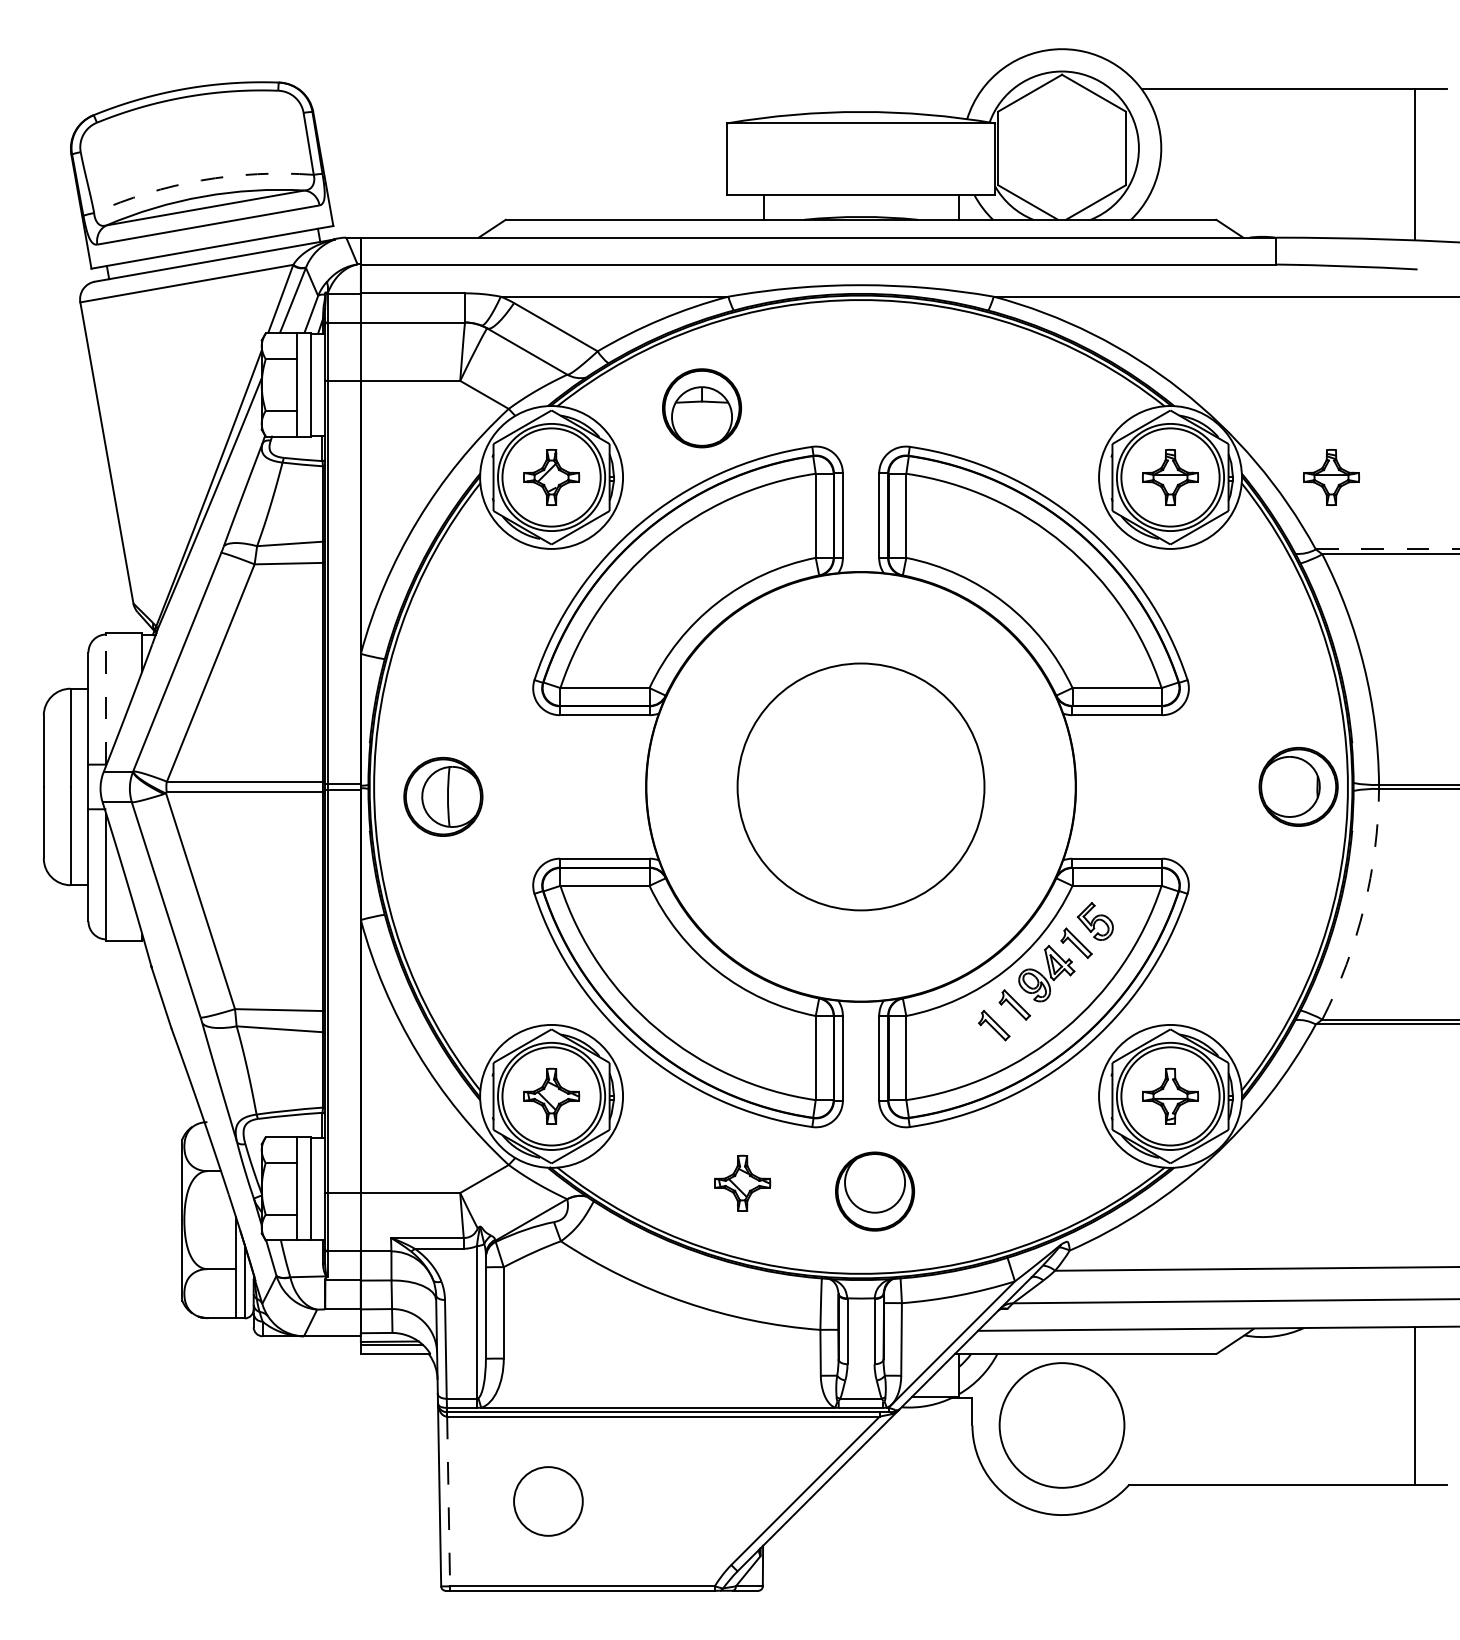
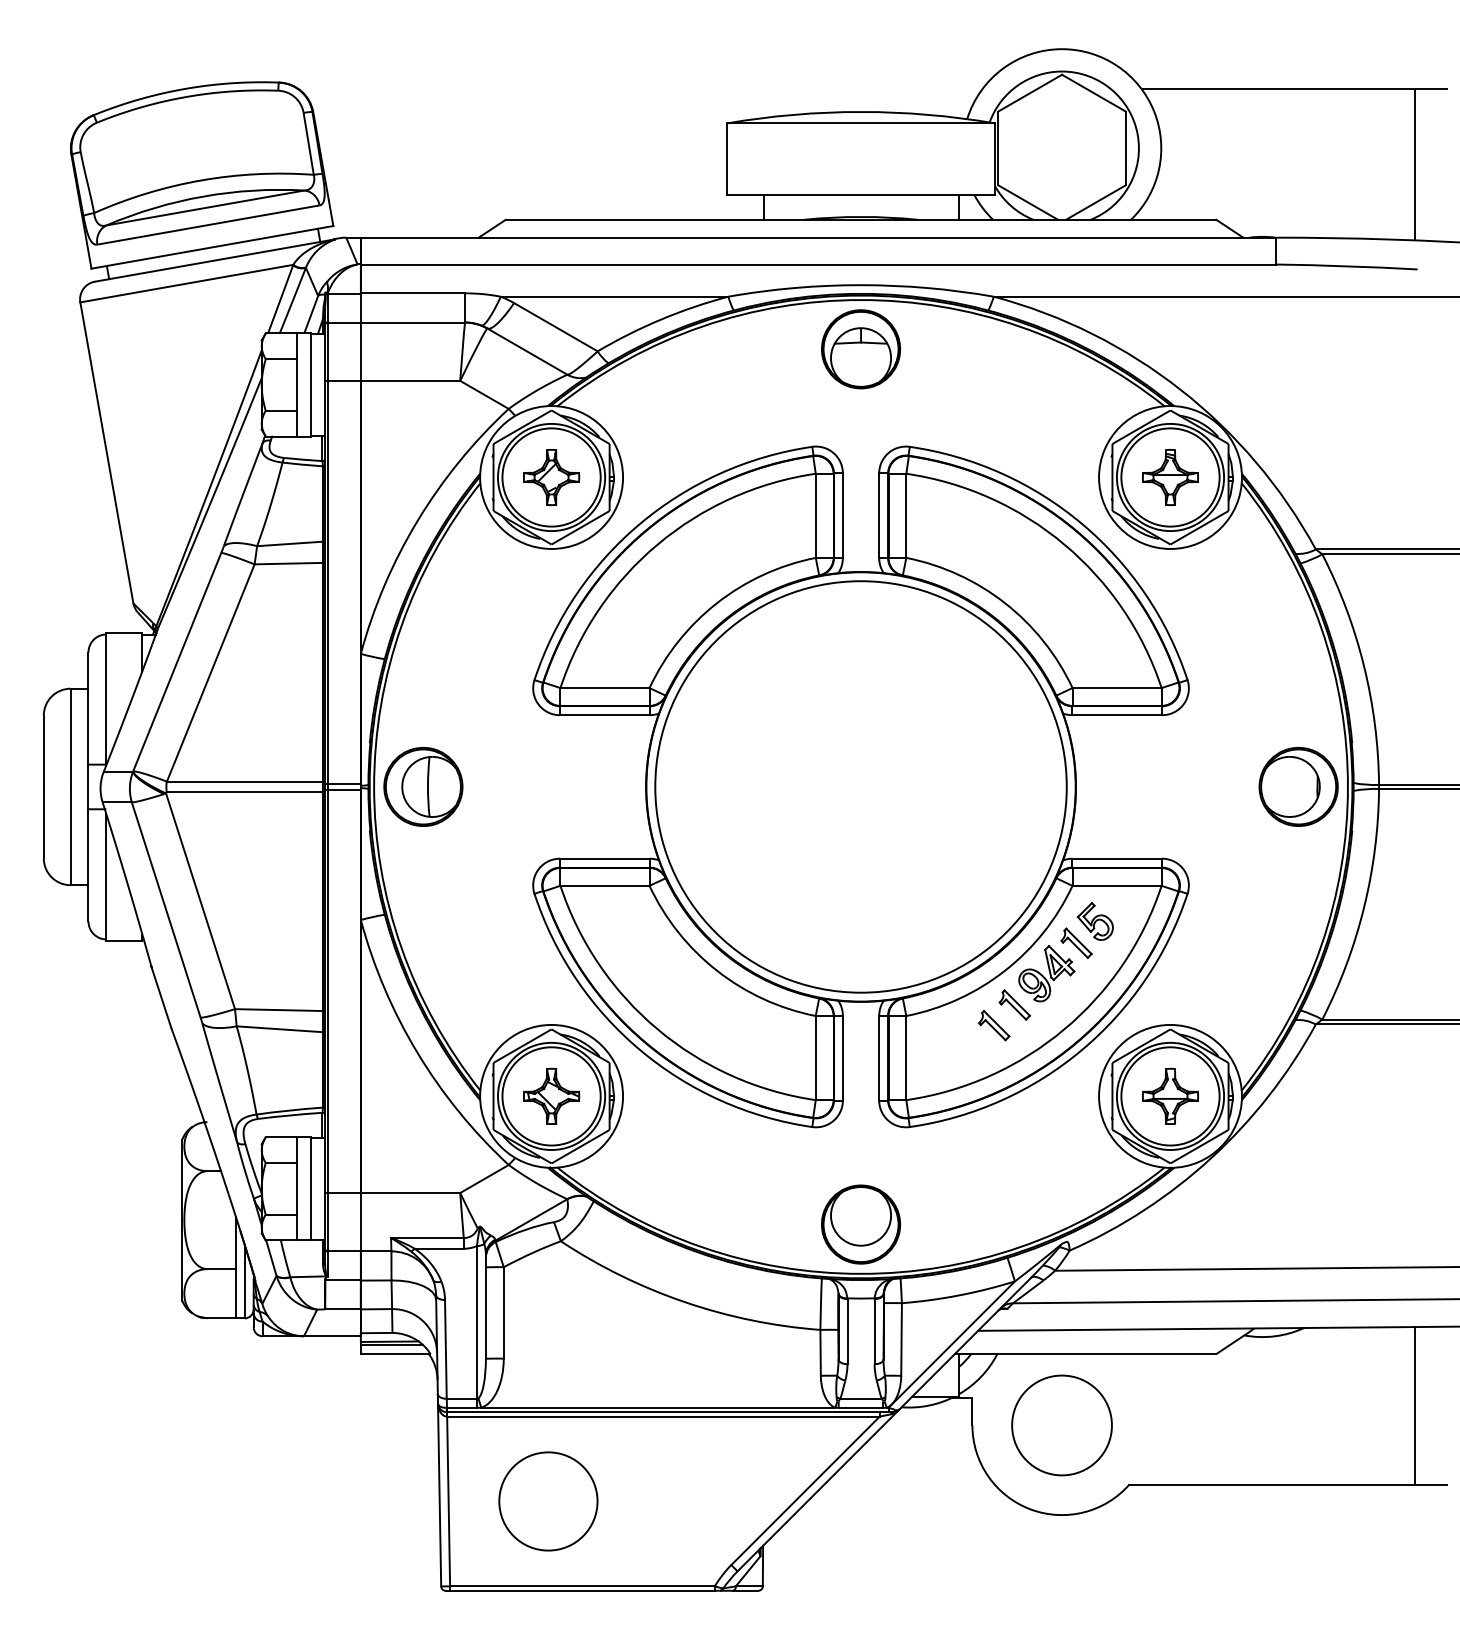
arc at (201, 180): dashed -> solid
part at (701, 408) position: (701, 408) -> (860, 349)
part at (1331, 477): present -> none
line at (1387, 549): dashed -> solid
line at (106, 699): dashed -> solid
circle at (860, 786) diameter: 247 px -> 411 px
part at (443, 796) position: (443, 796) -> (423, 786)
arc at (1364, 907): dashed -> solid
part at (742, 1182): present -> none
part at (874, 1191) position: (874, 1191) -> (860, 1224)
circle at (1061, 1425) diameter: 125 px -> 100 px
line at (448, 1501): dashed -> solid
circle at (548, 1501) diameter: 69 px -> 98 px
